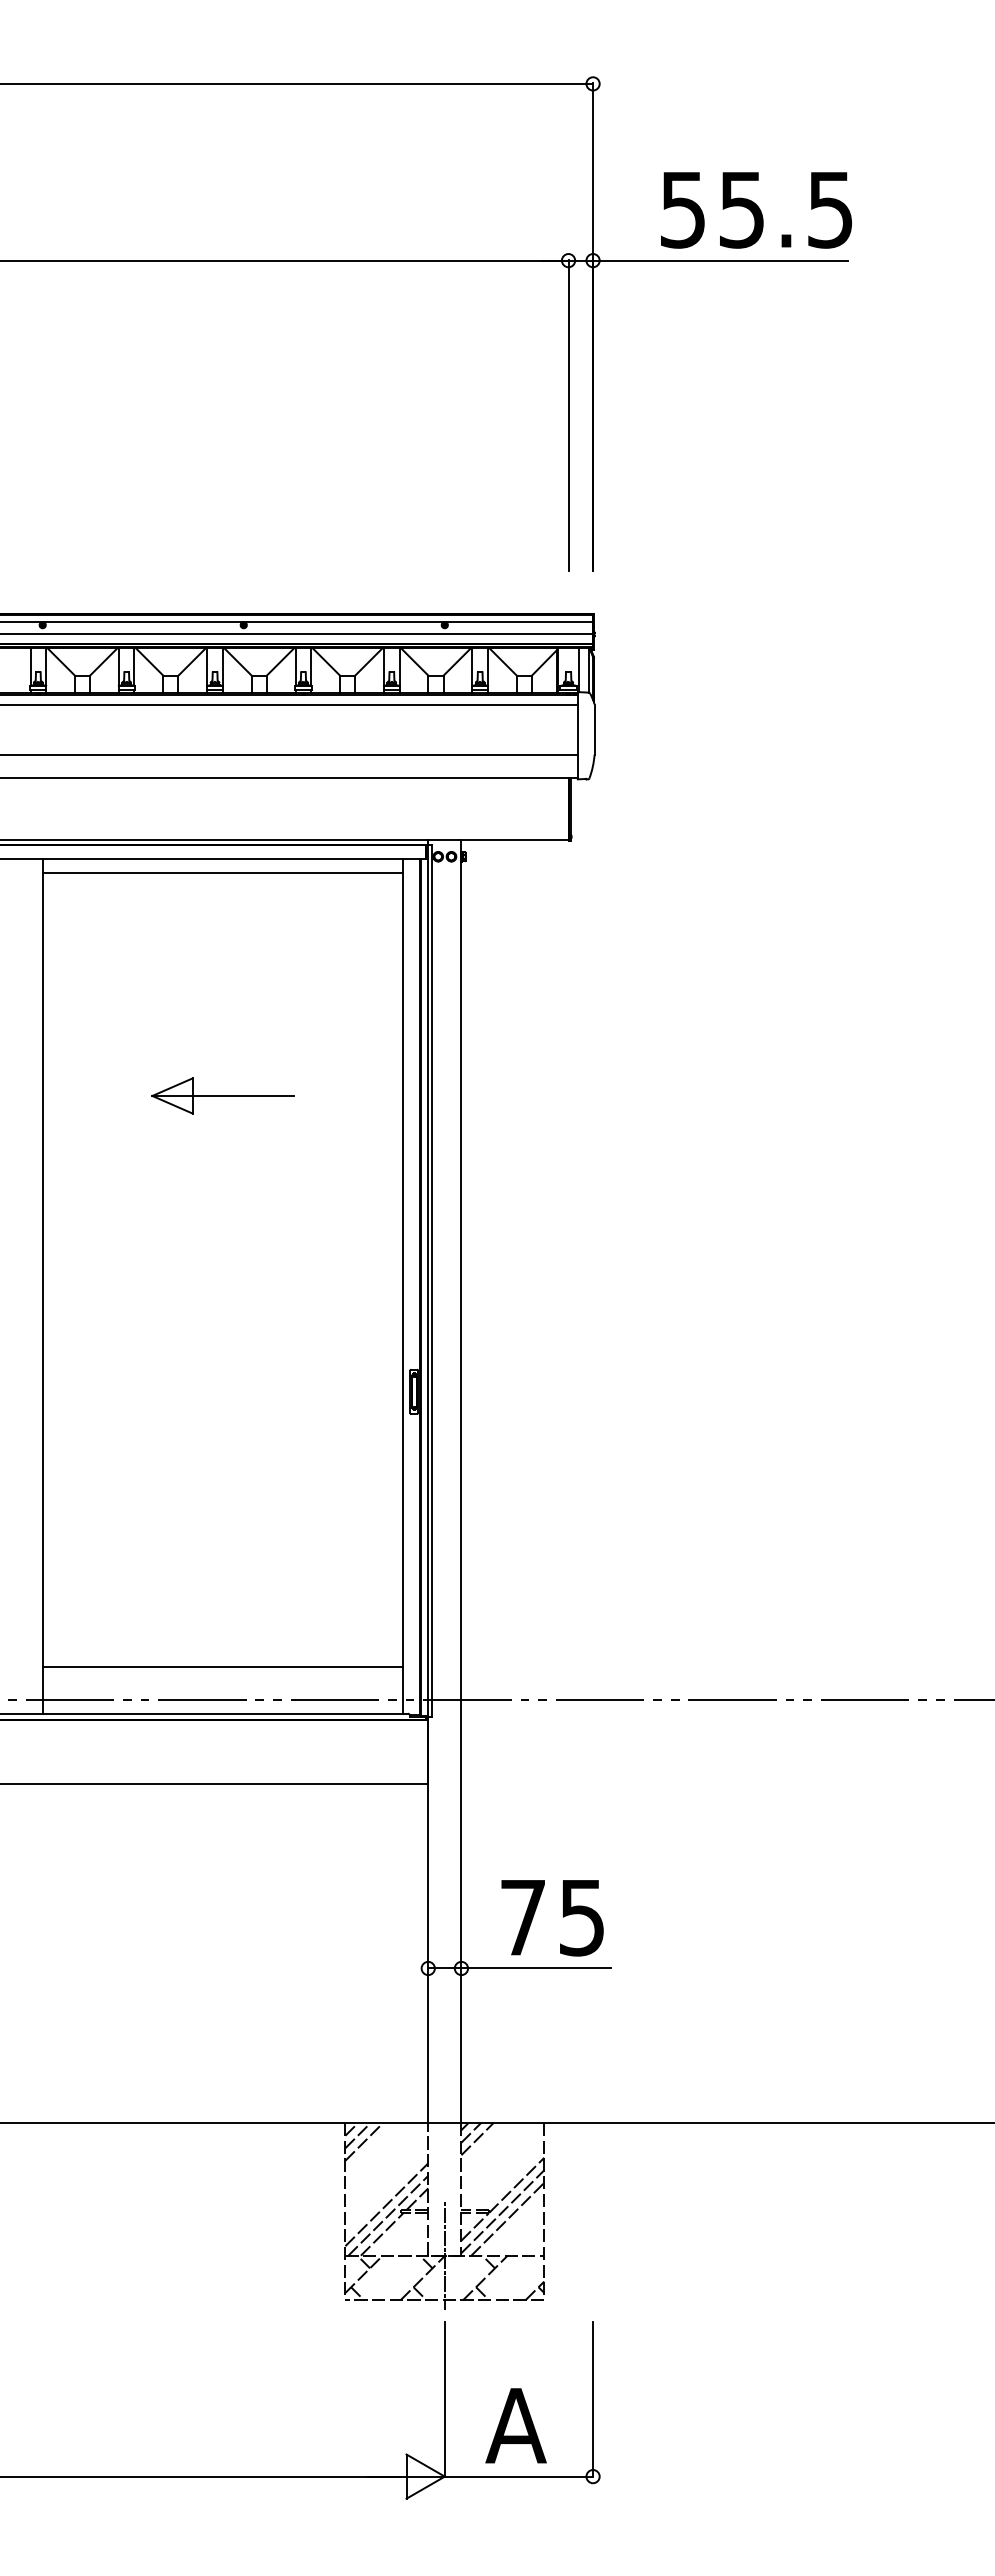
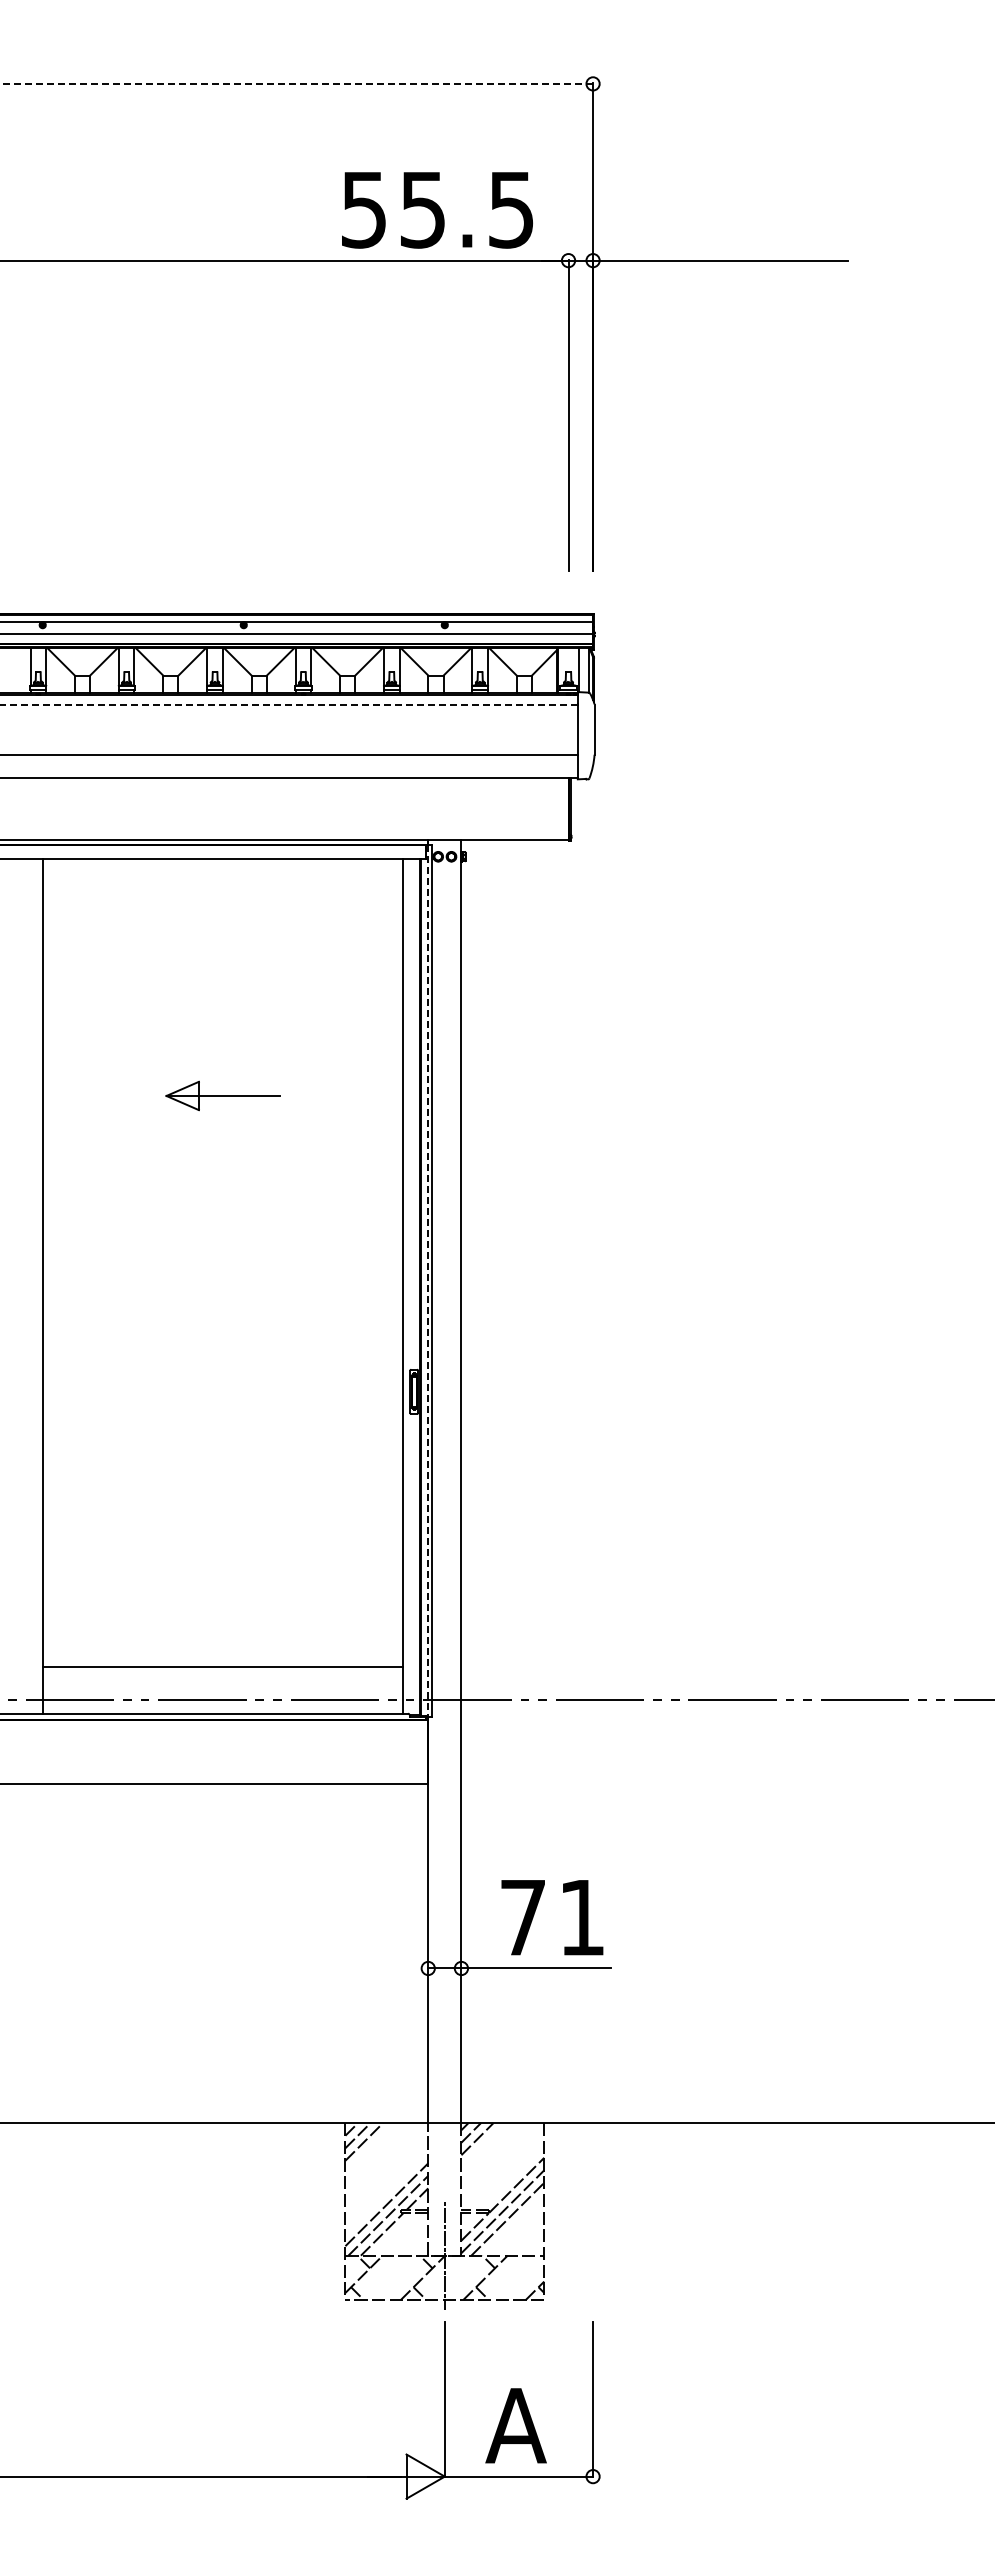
line at (296, 83): solid -> dashed
text at (756, 210) position: (756, 210) -> (437, 210)
line at (288, 705): solid -> dashed
line at (222, 872): present -> none
part at (222, 1095) size: 144x38 px -> 116x32 px
line at (427, 1281): solid -> dashed
text at (581, 1918): 75 -> 71
